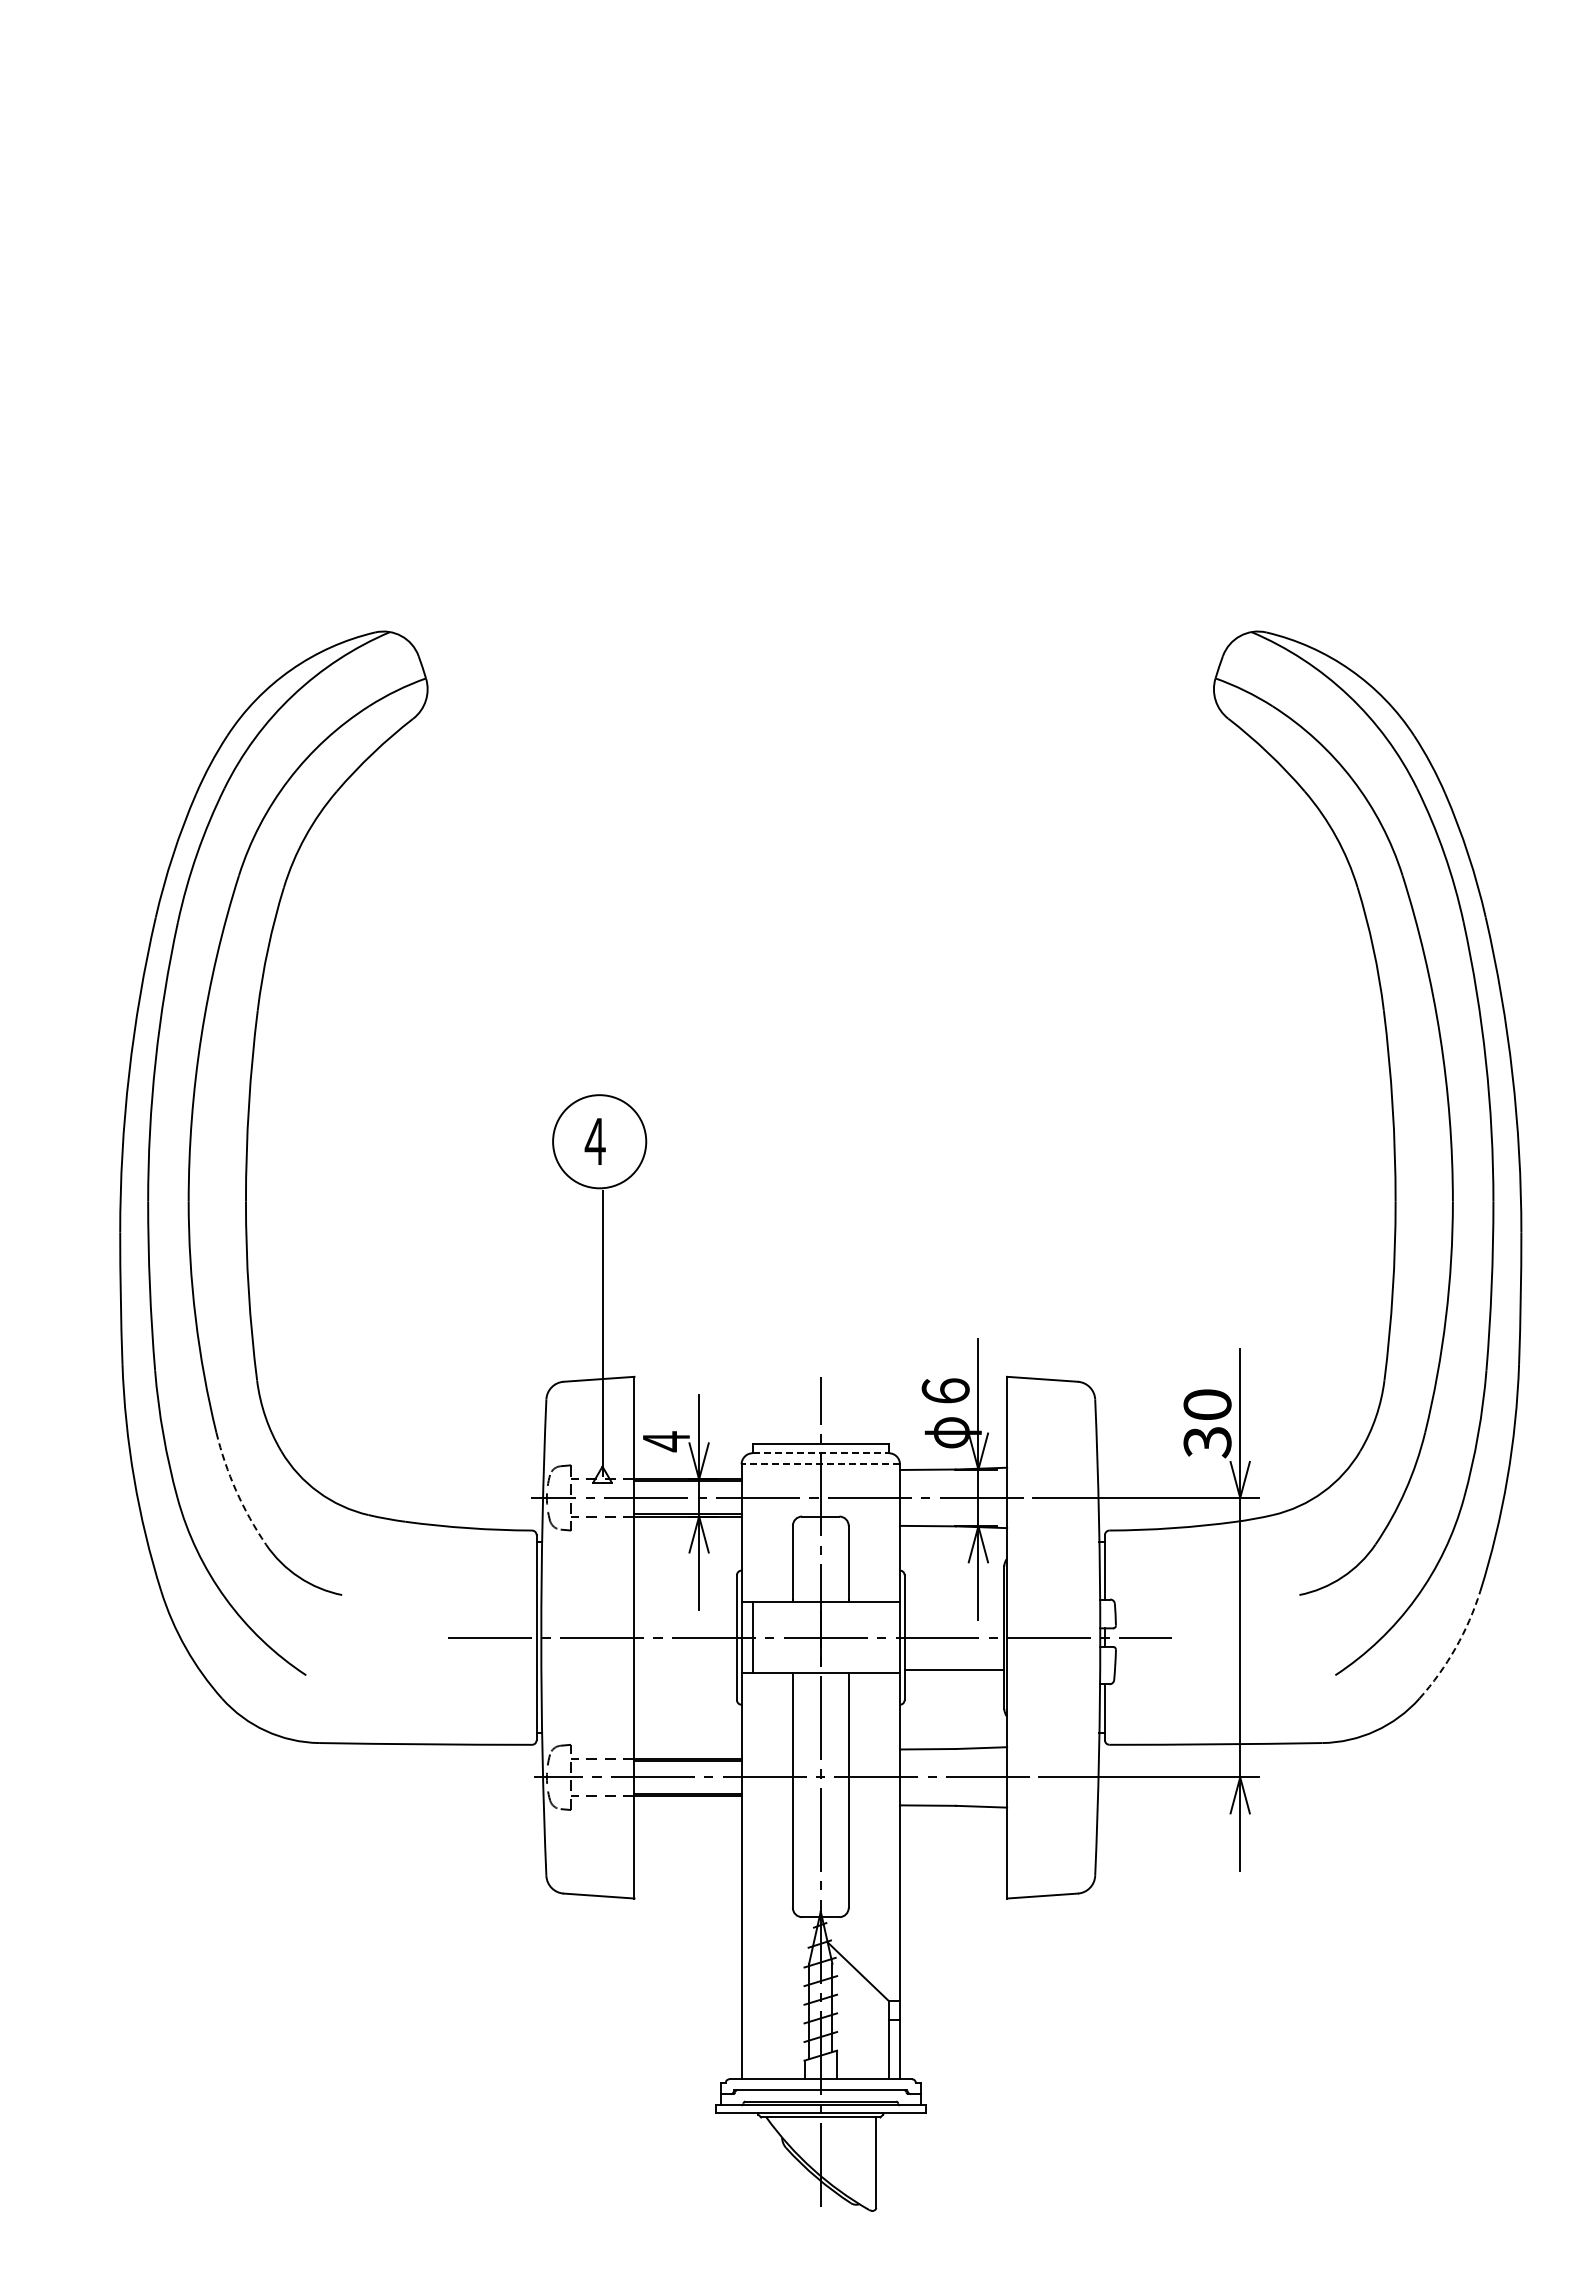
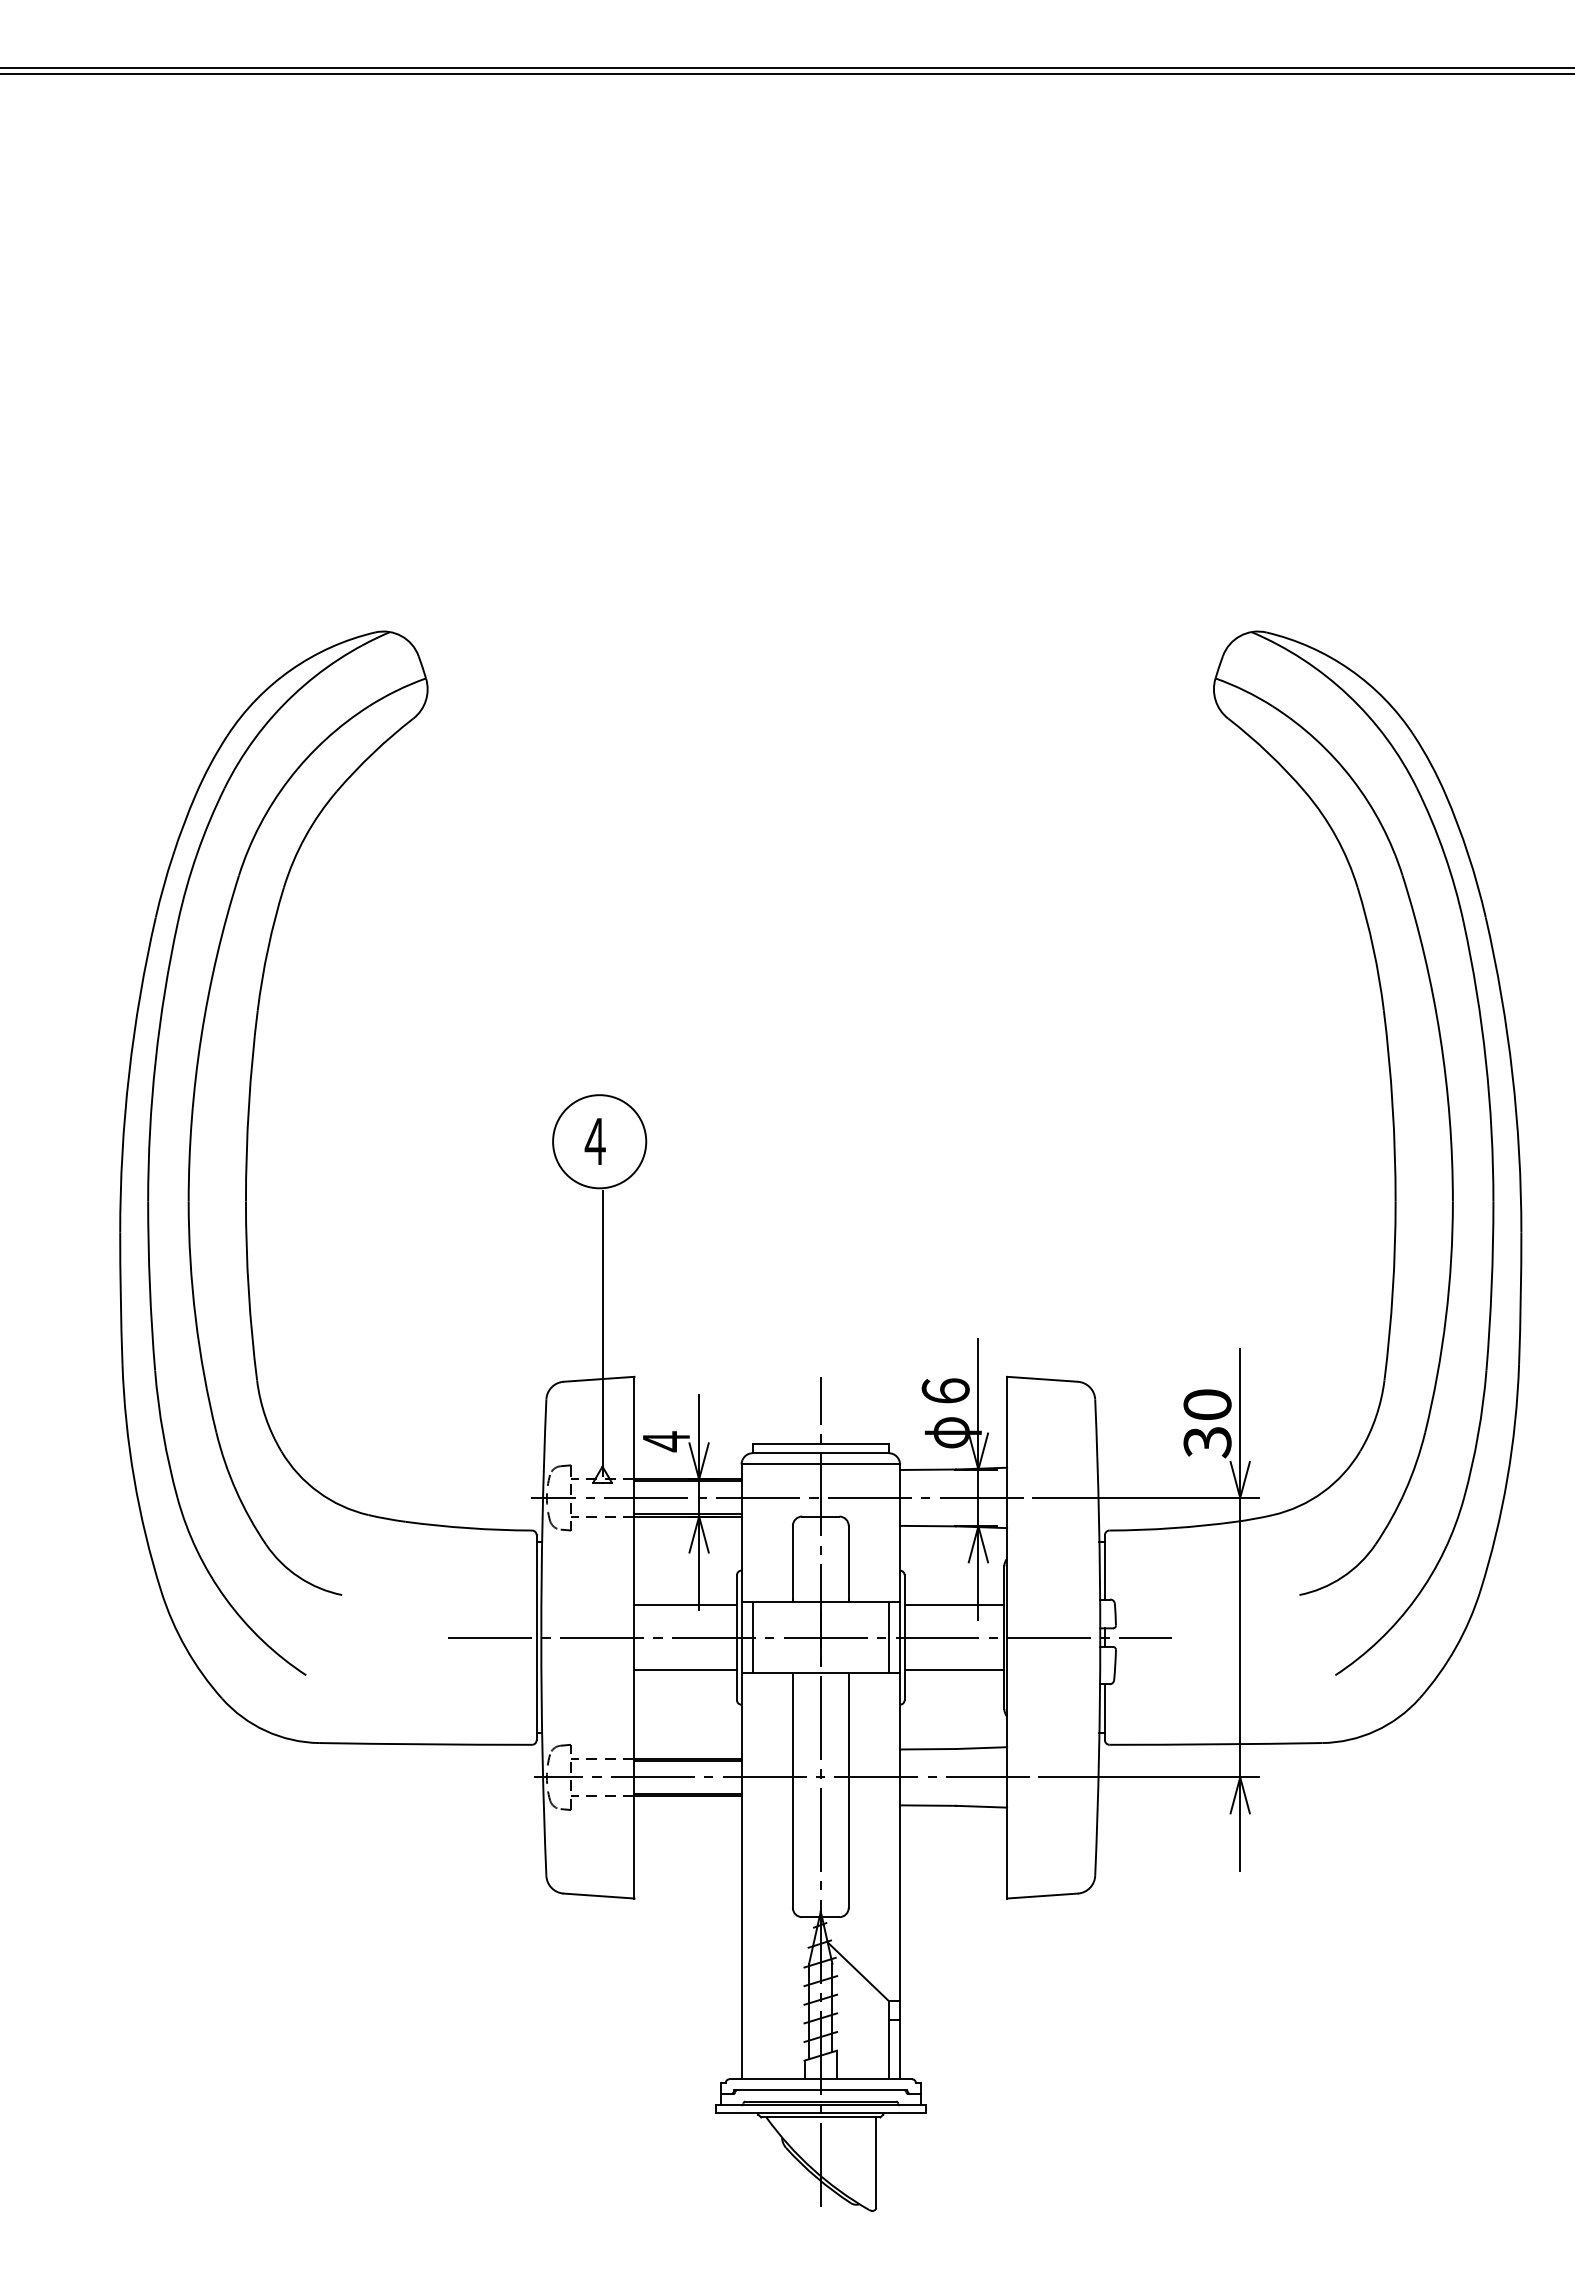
line at (786, 68): none -> present
line at (786, 73): none -> present
line at (821, 1453): dashed -> solid
line at (820, 1464): dashed -> solid
arc at (236, 1490): dashed -> solid
line at (685, 1605): none -> present
line at (954, 1605): none -> present
line at (888, 1637): none -> present
arc at (1455, 1648): dashed -> solid
line at (685, 1670): none -> present
